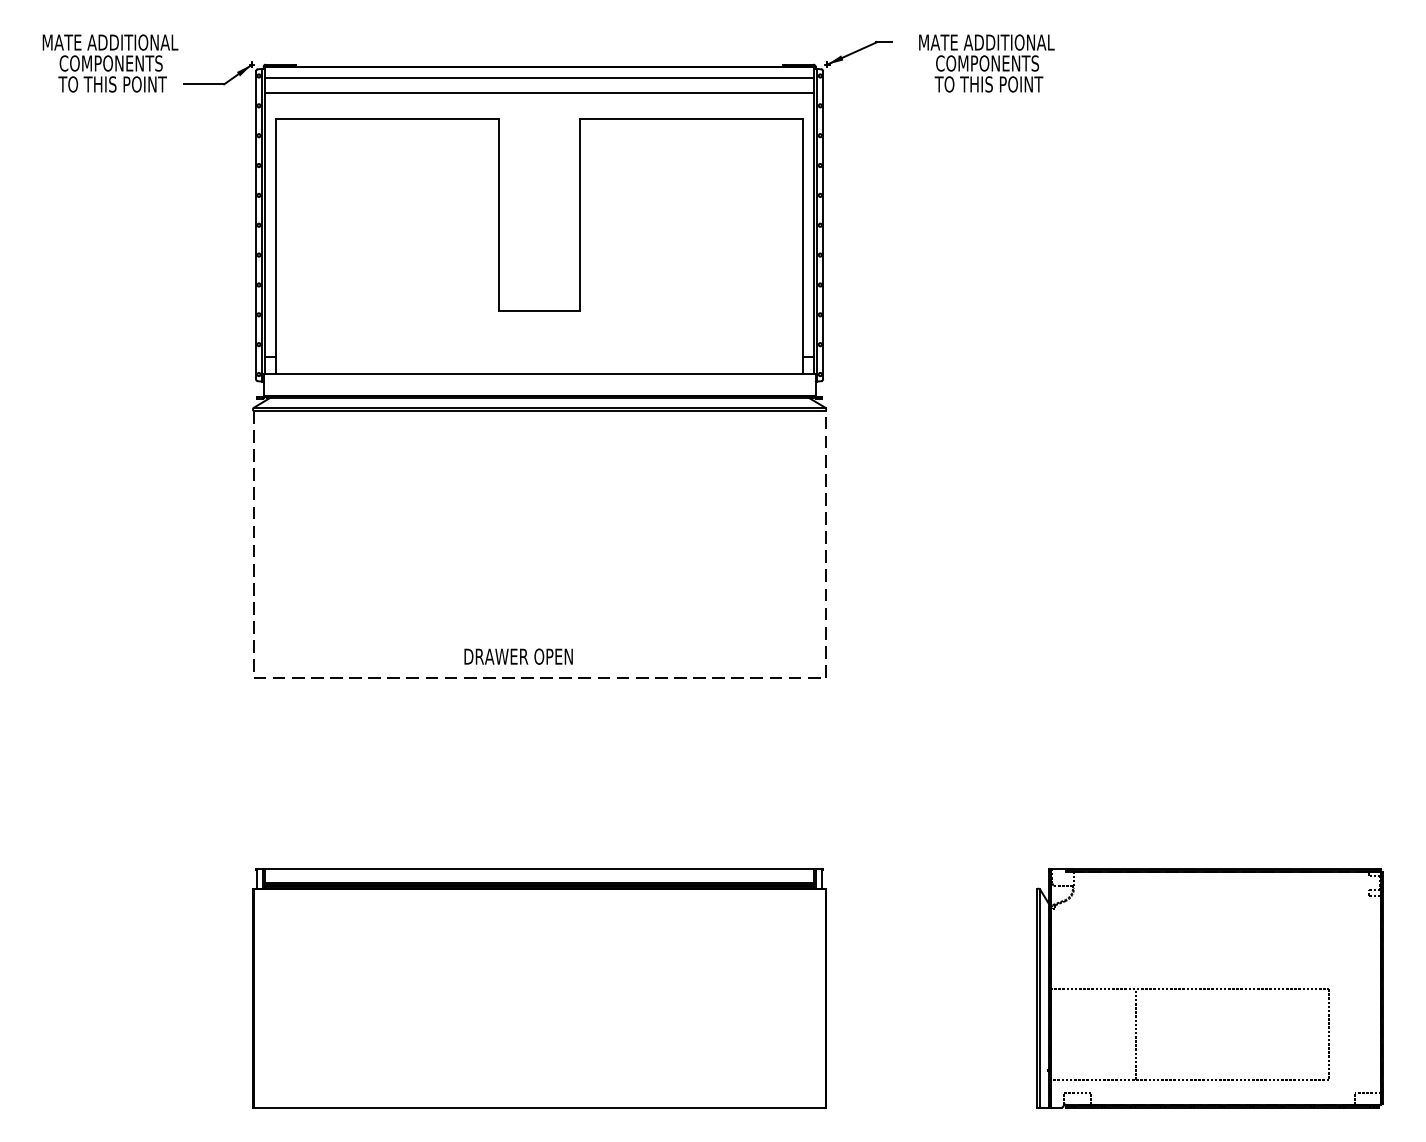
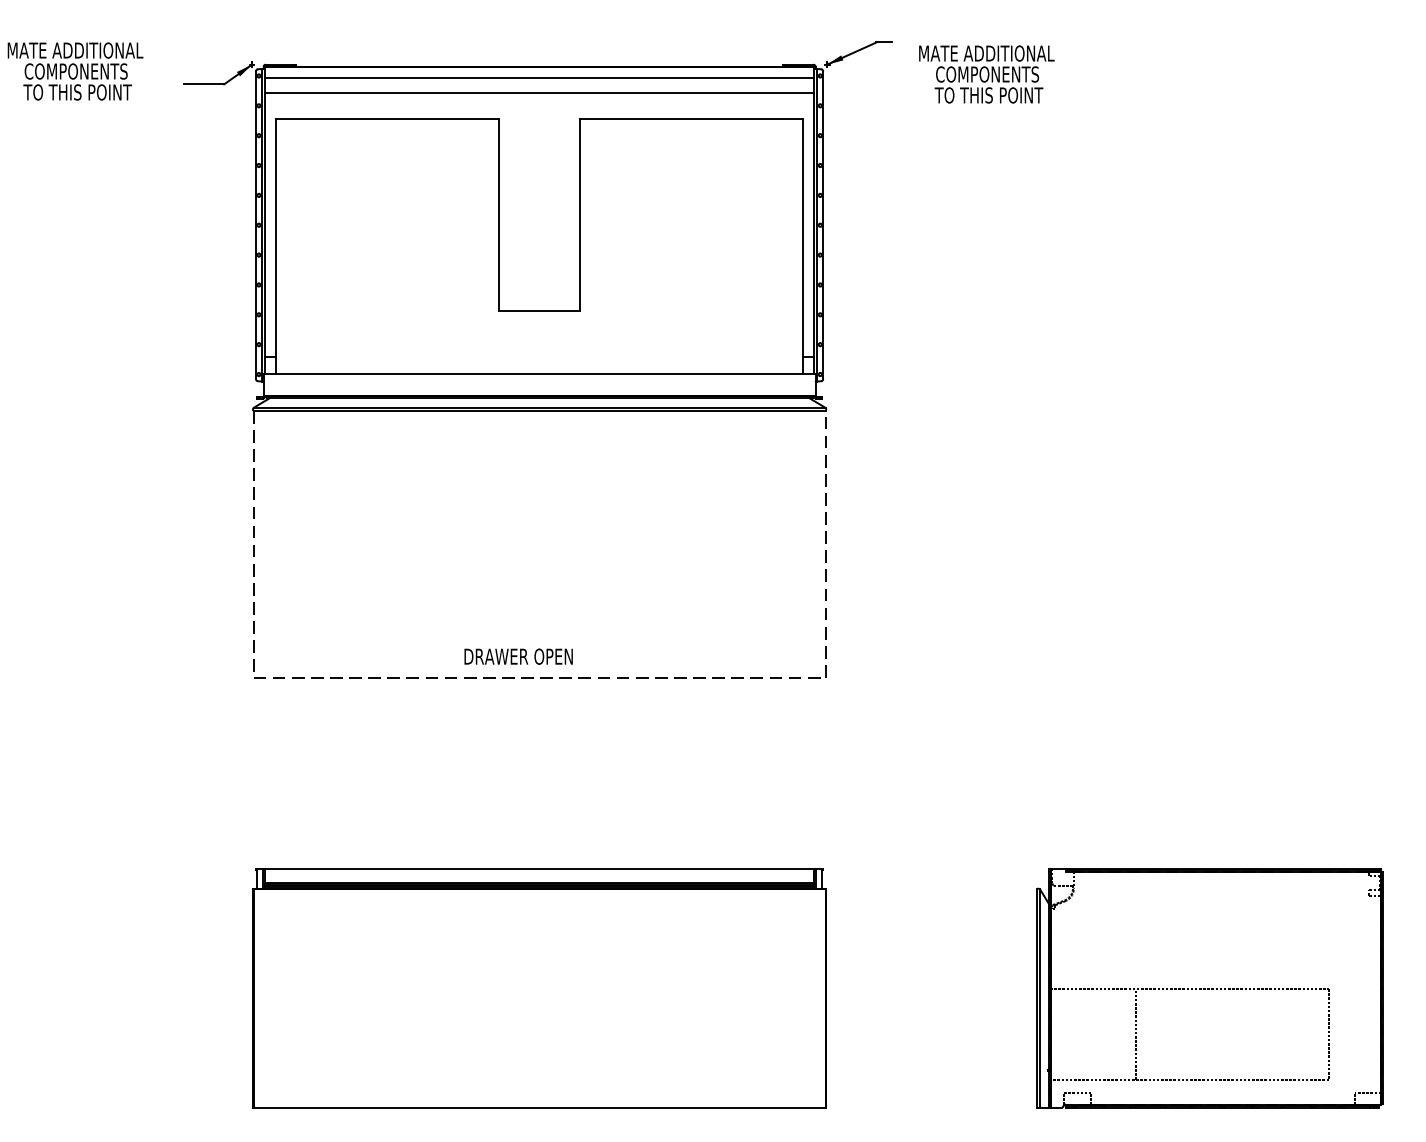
text at (110, 63) position: (110, 63) -> (75, 71)
text at (986, 63) position: (986, 63) -> (986, 74)
